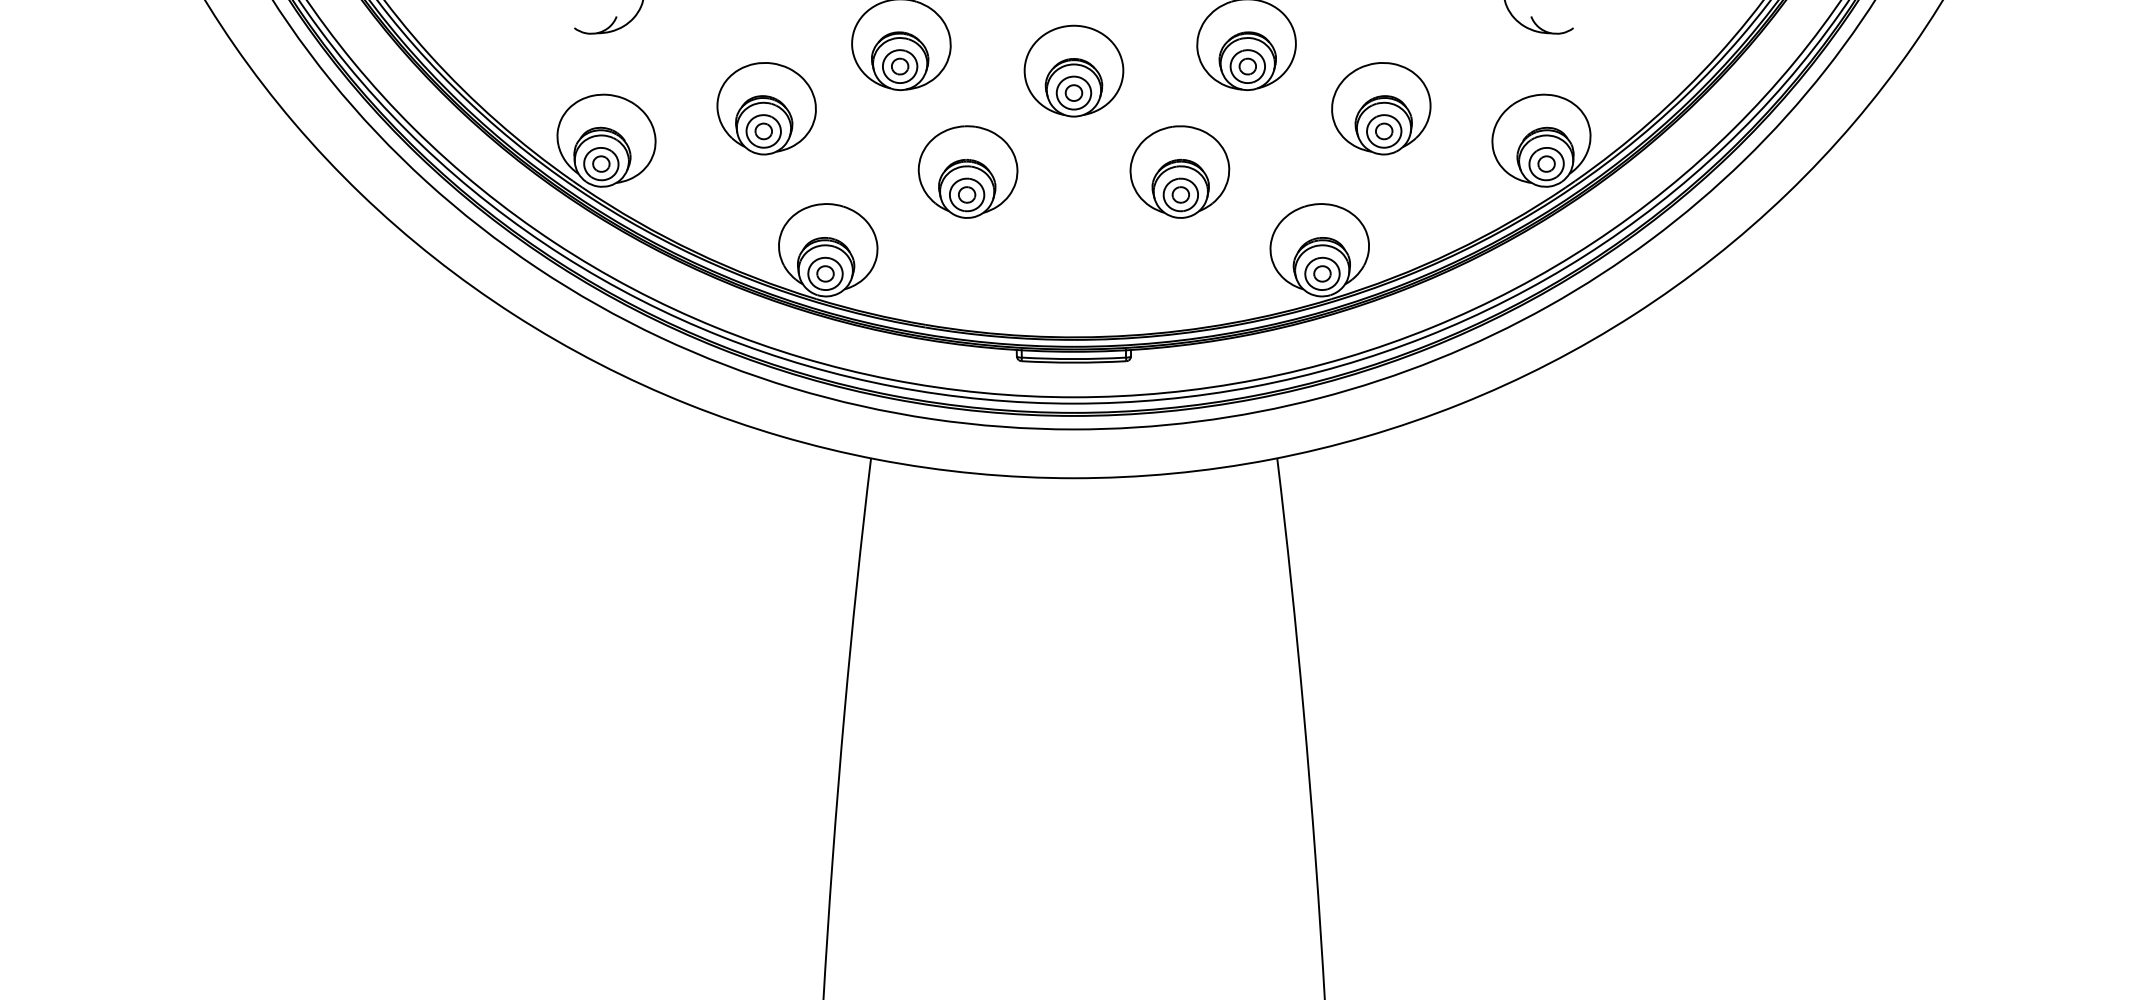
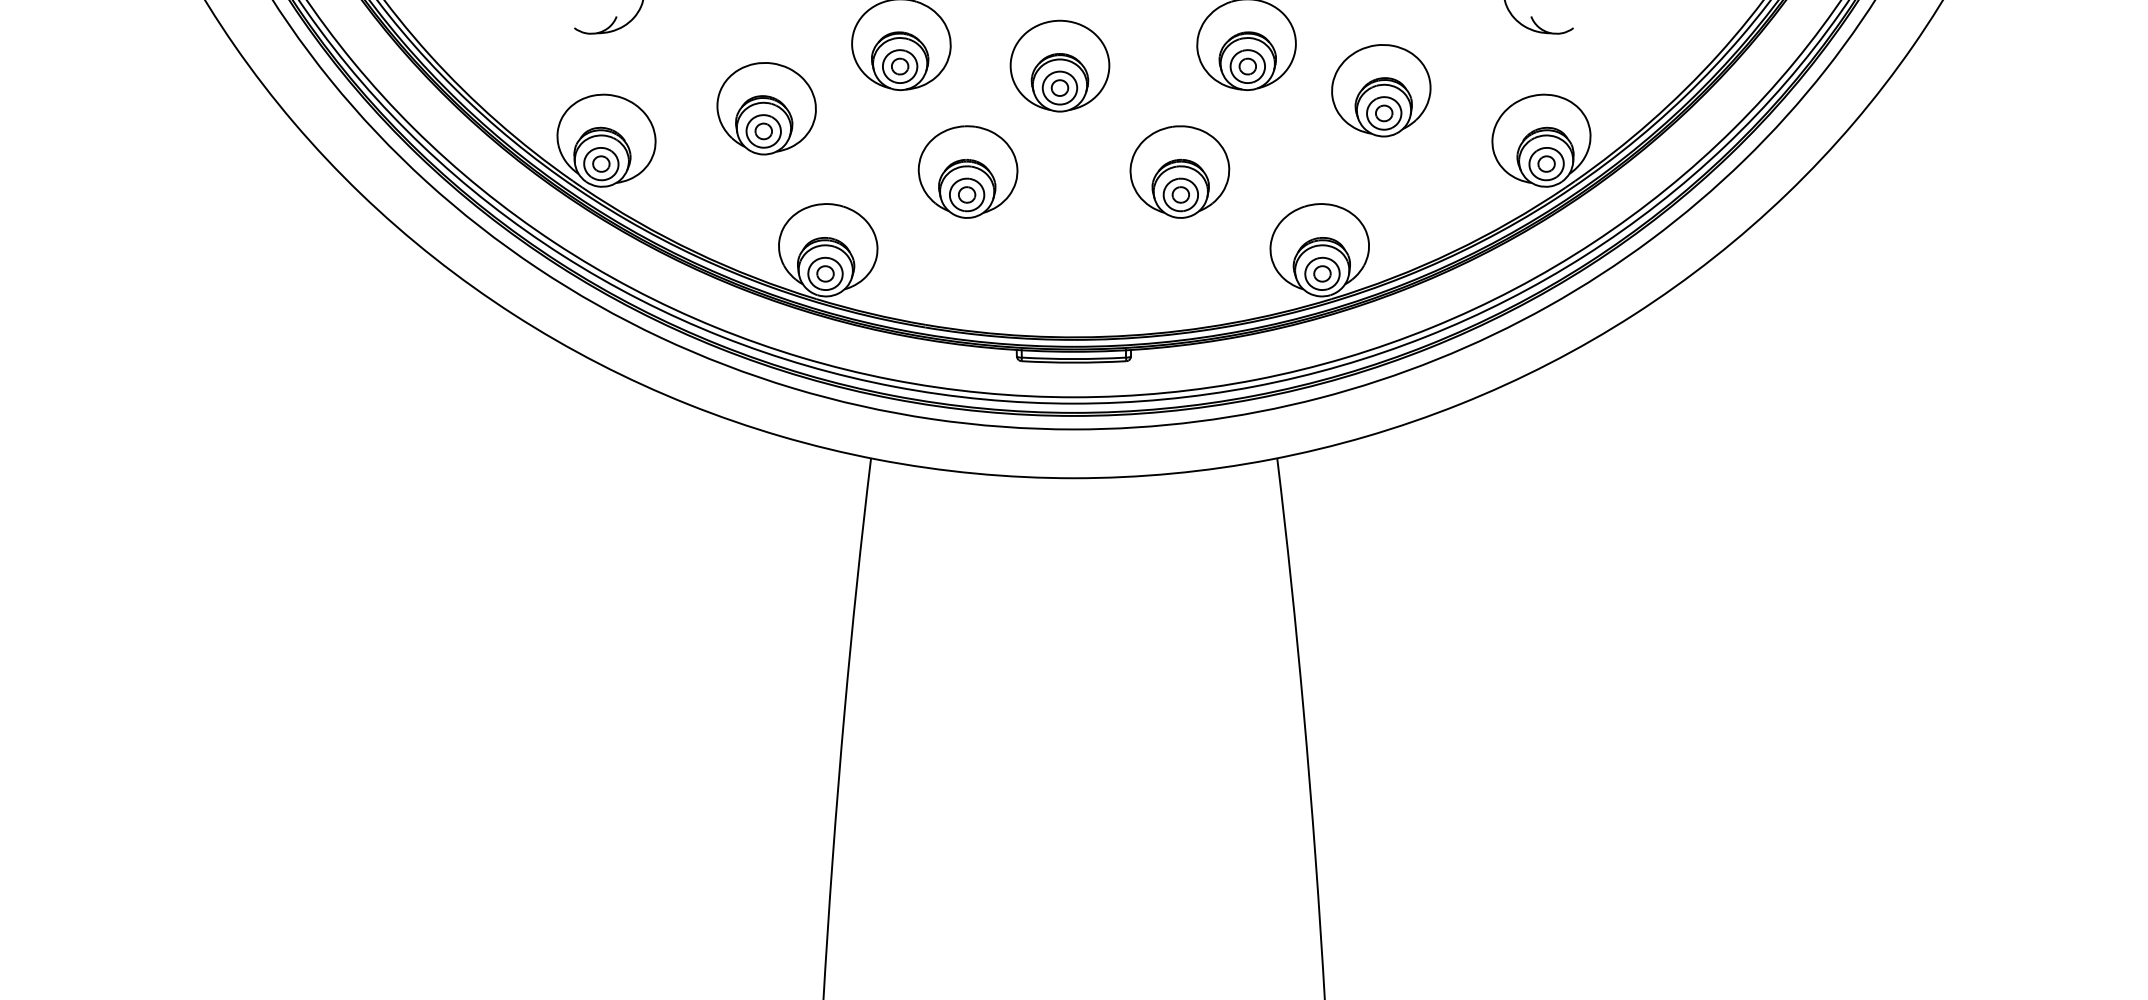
part at (1073, 70) position: (1073, 70) -> (1059, 65)
part at (1381, 108) position: (1381, 108) -> (1381, 90)
